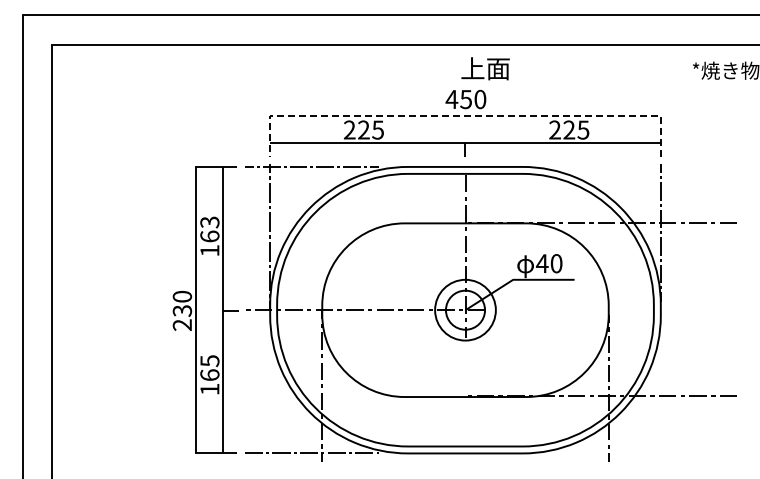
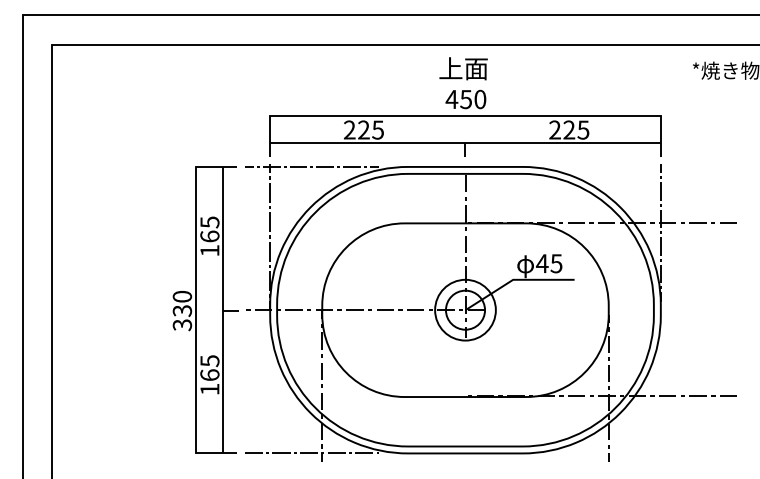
text at (485, 68) position: (485, 68) -> (463, 68)
line at (465, 115): dashed -> solid
text at (209, 221): 163 -> 165
text at (556, 263): 40 -> 45
text at (182, 325): 230 -> 330
